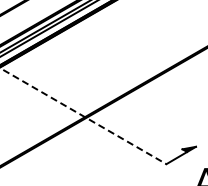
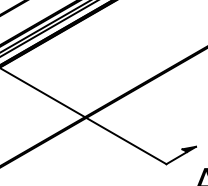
line at (83, 116): dashed -> solid
